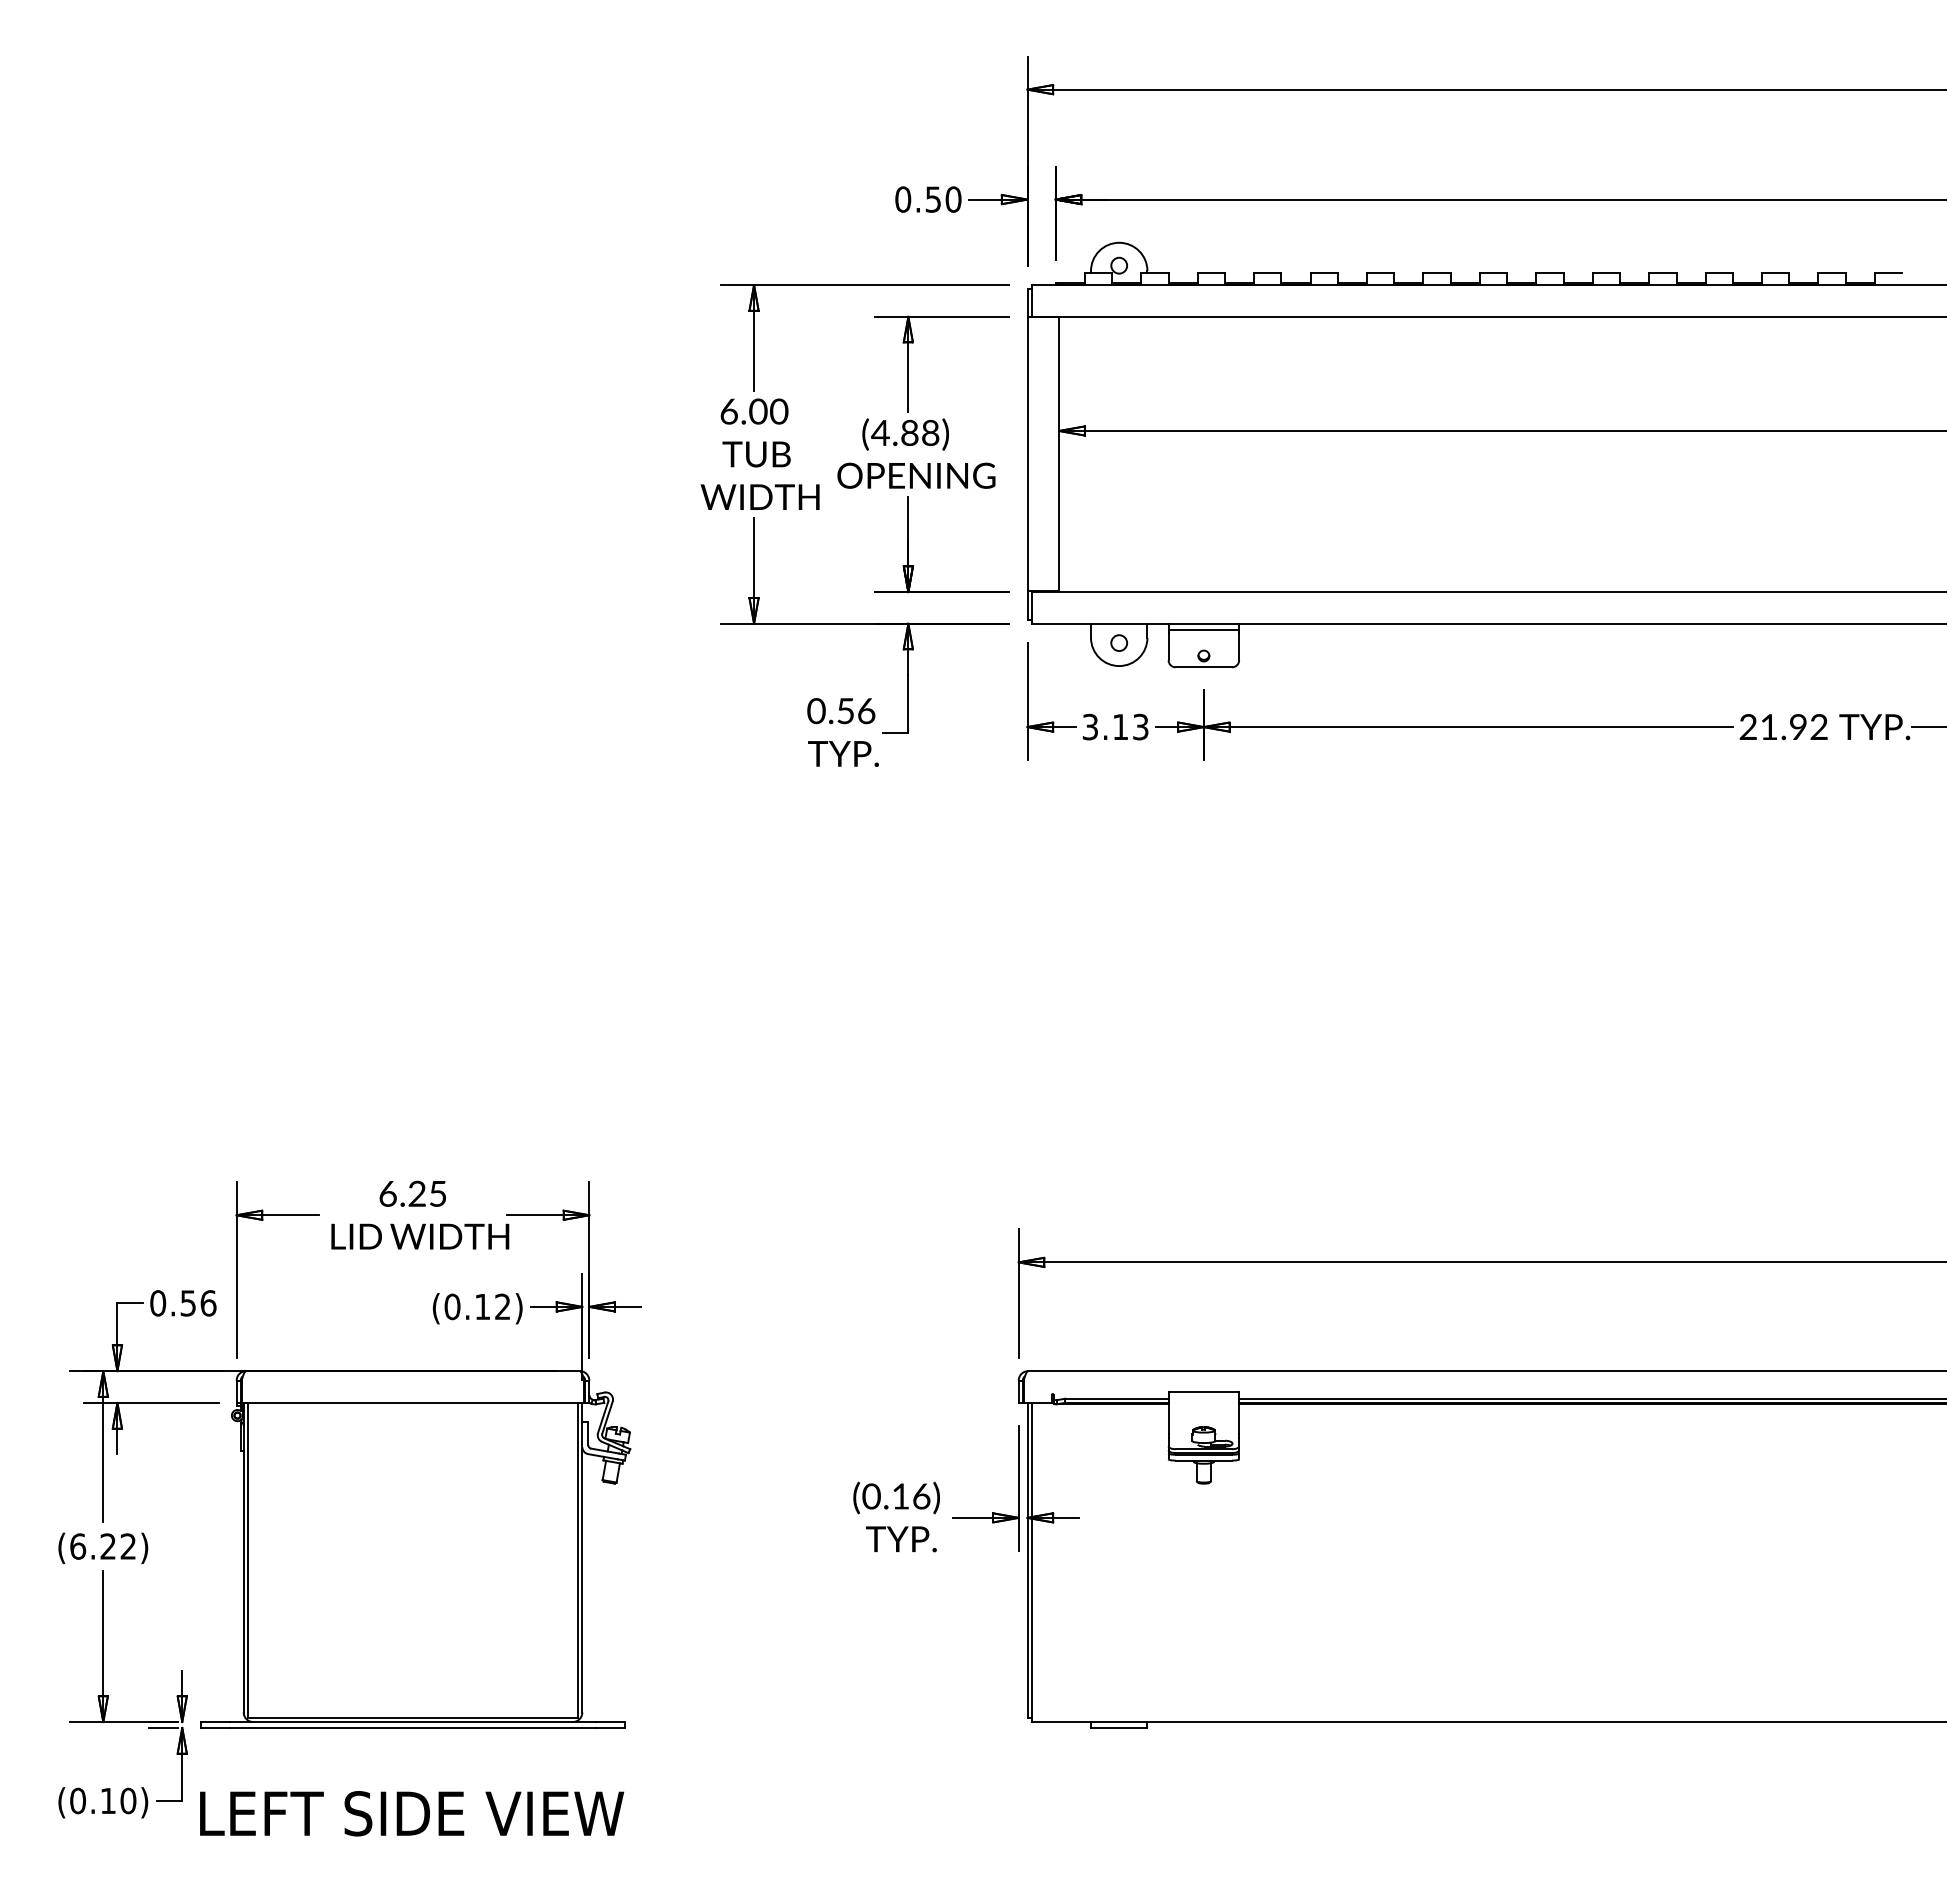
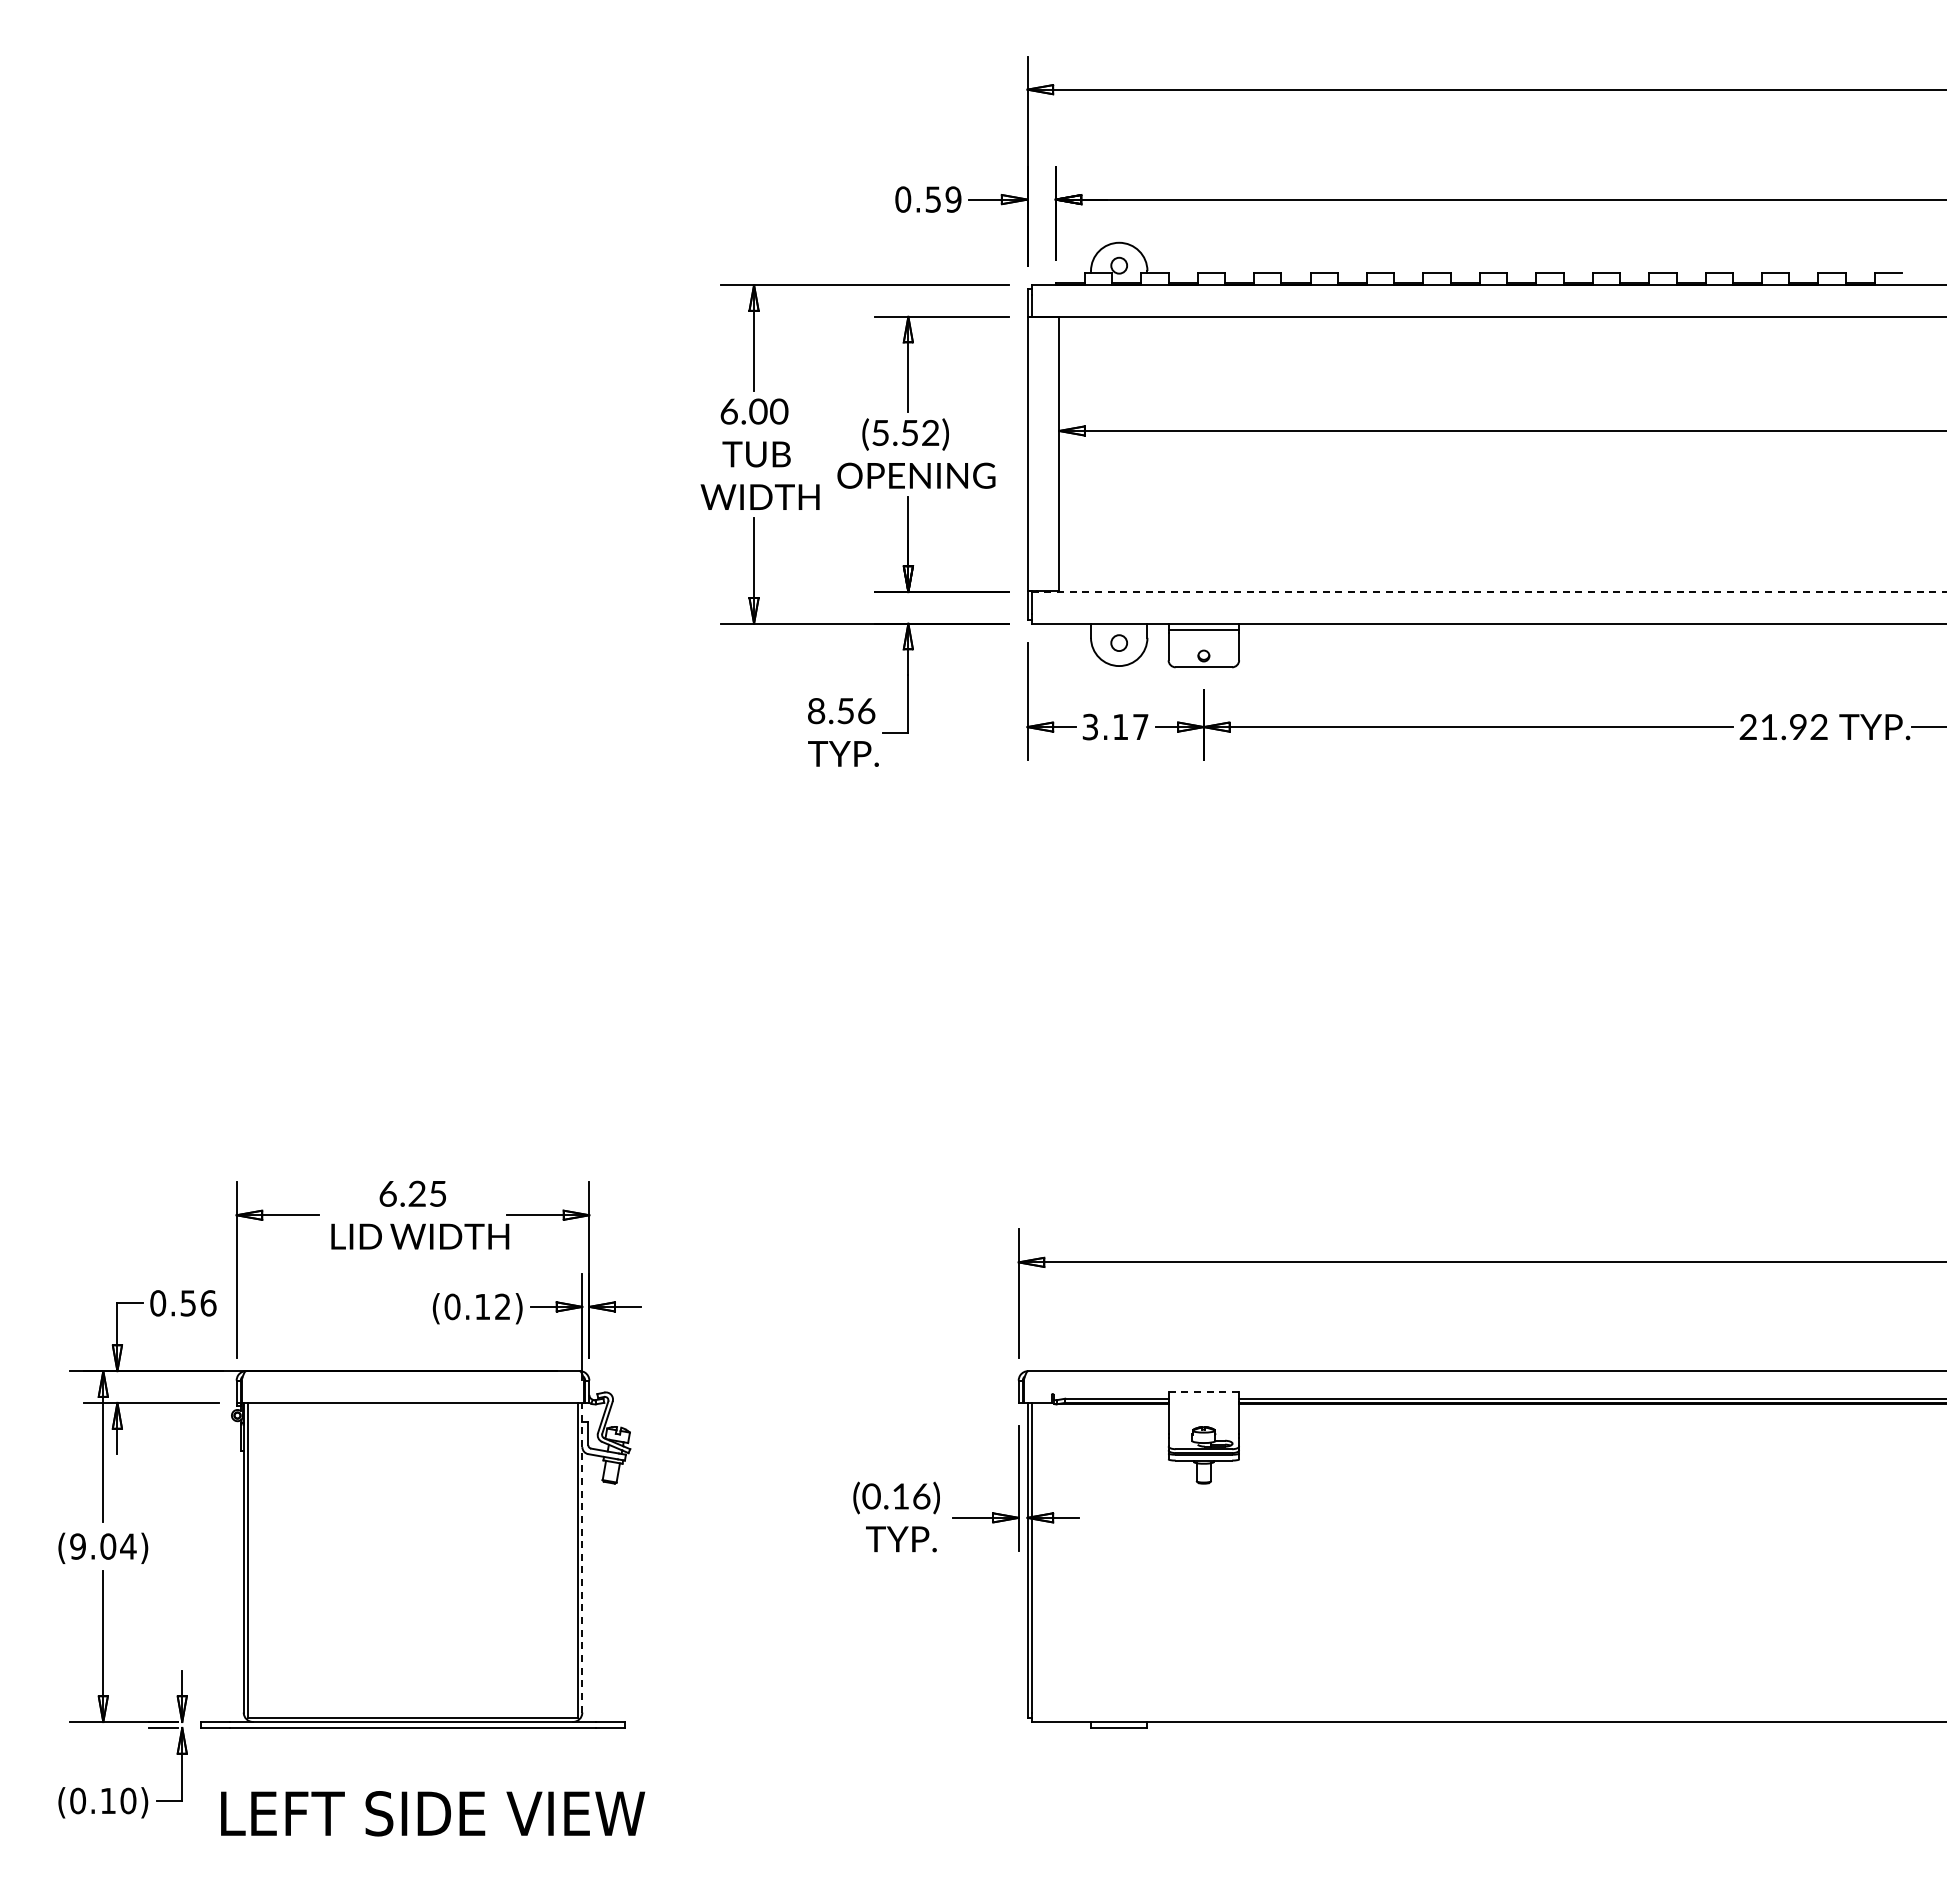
text at (953, 199): 0.50 -> 0.59
text at (904, 433): (4.88) -> (5.52)
line at (1489, 592): solid -> dashed
text at (816, 711): 0.56 -> 8.56
text at (1140, 726): 3.13 -> 3.17
line at (1204, 1392): solid -> dashed
text at (103, 1546): (6.22) -> (9.04)
line at (582, 1557): solid -> dashed
text at (412, 1813) position: (412, 1813) -> (433, 1813)
